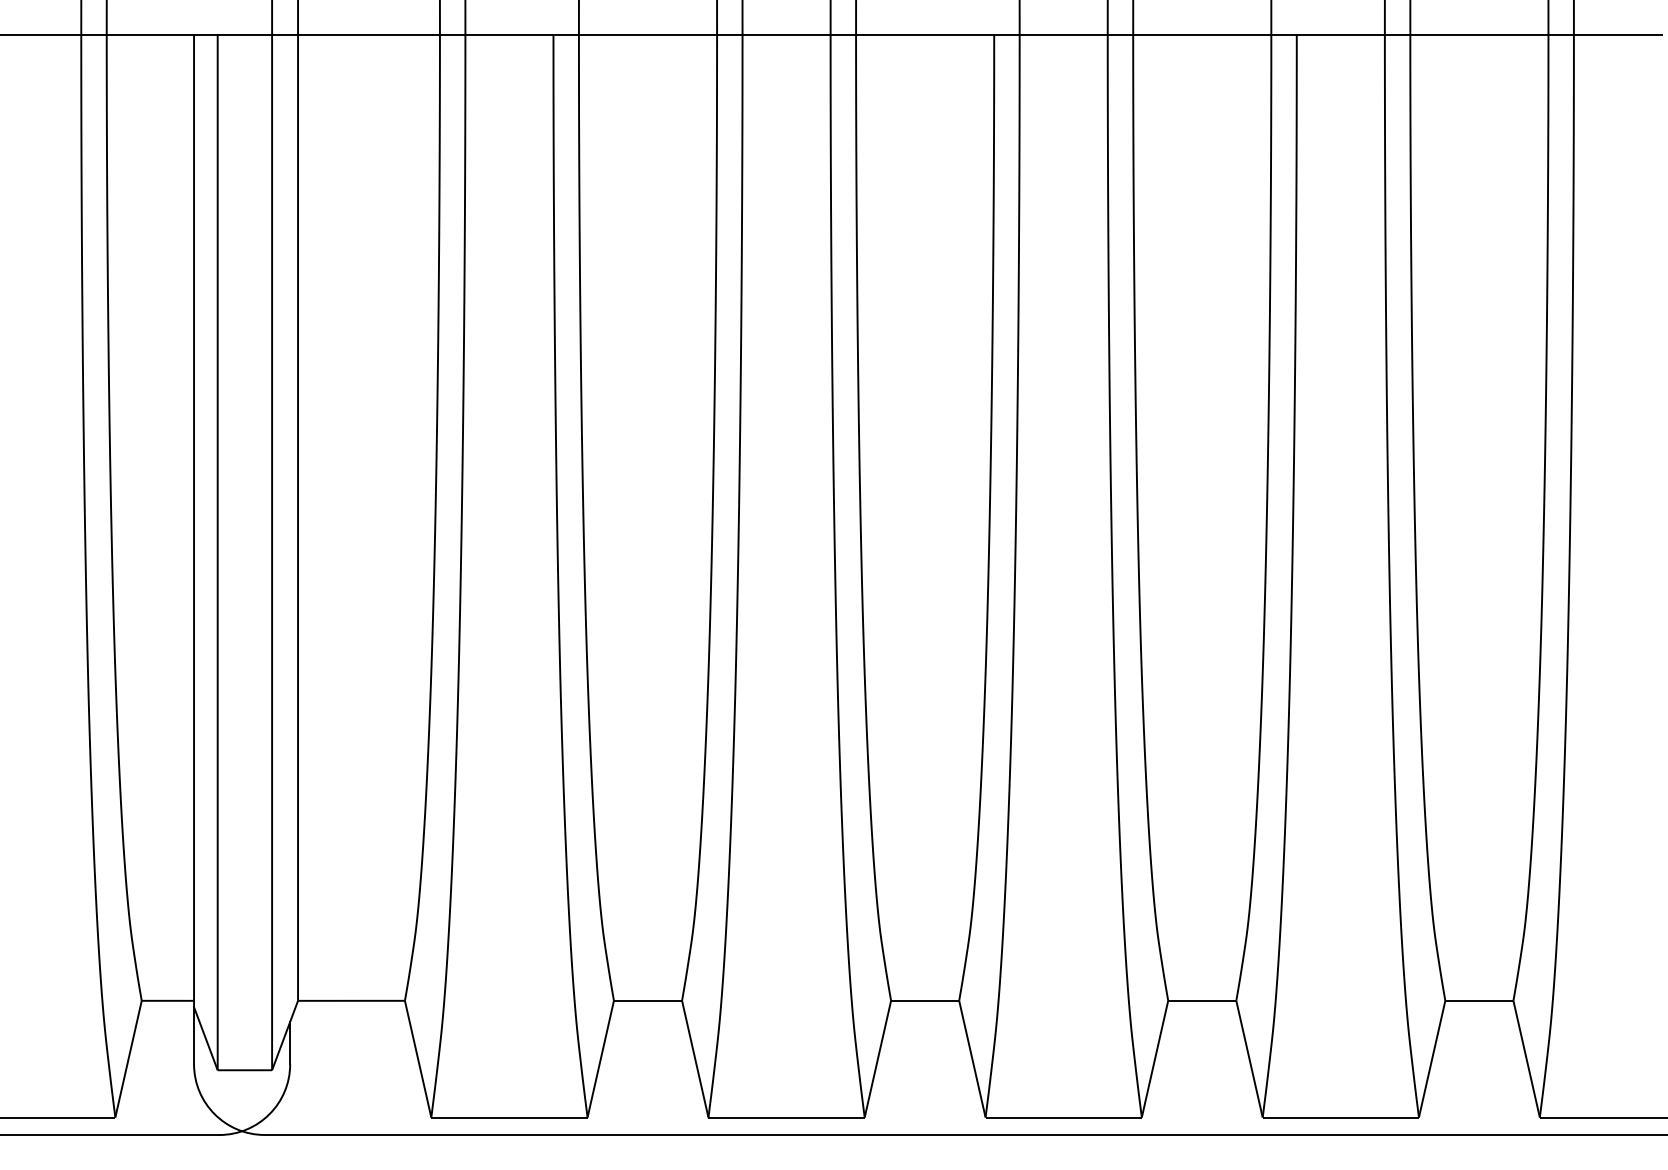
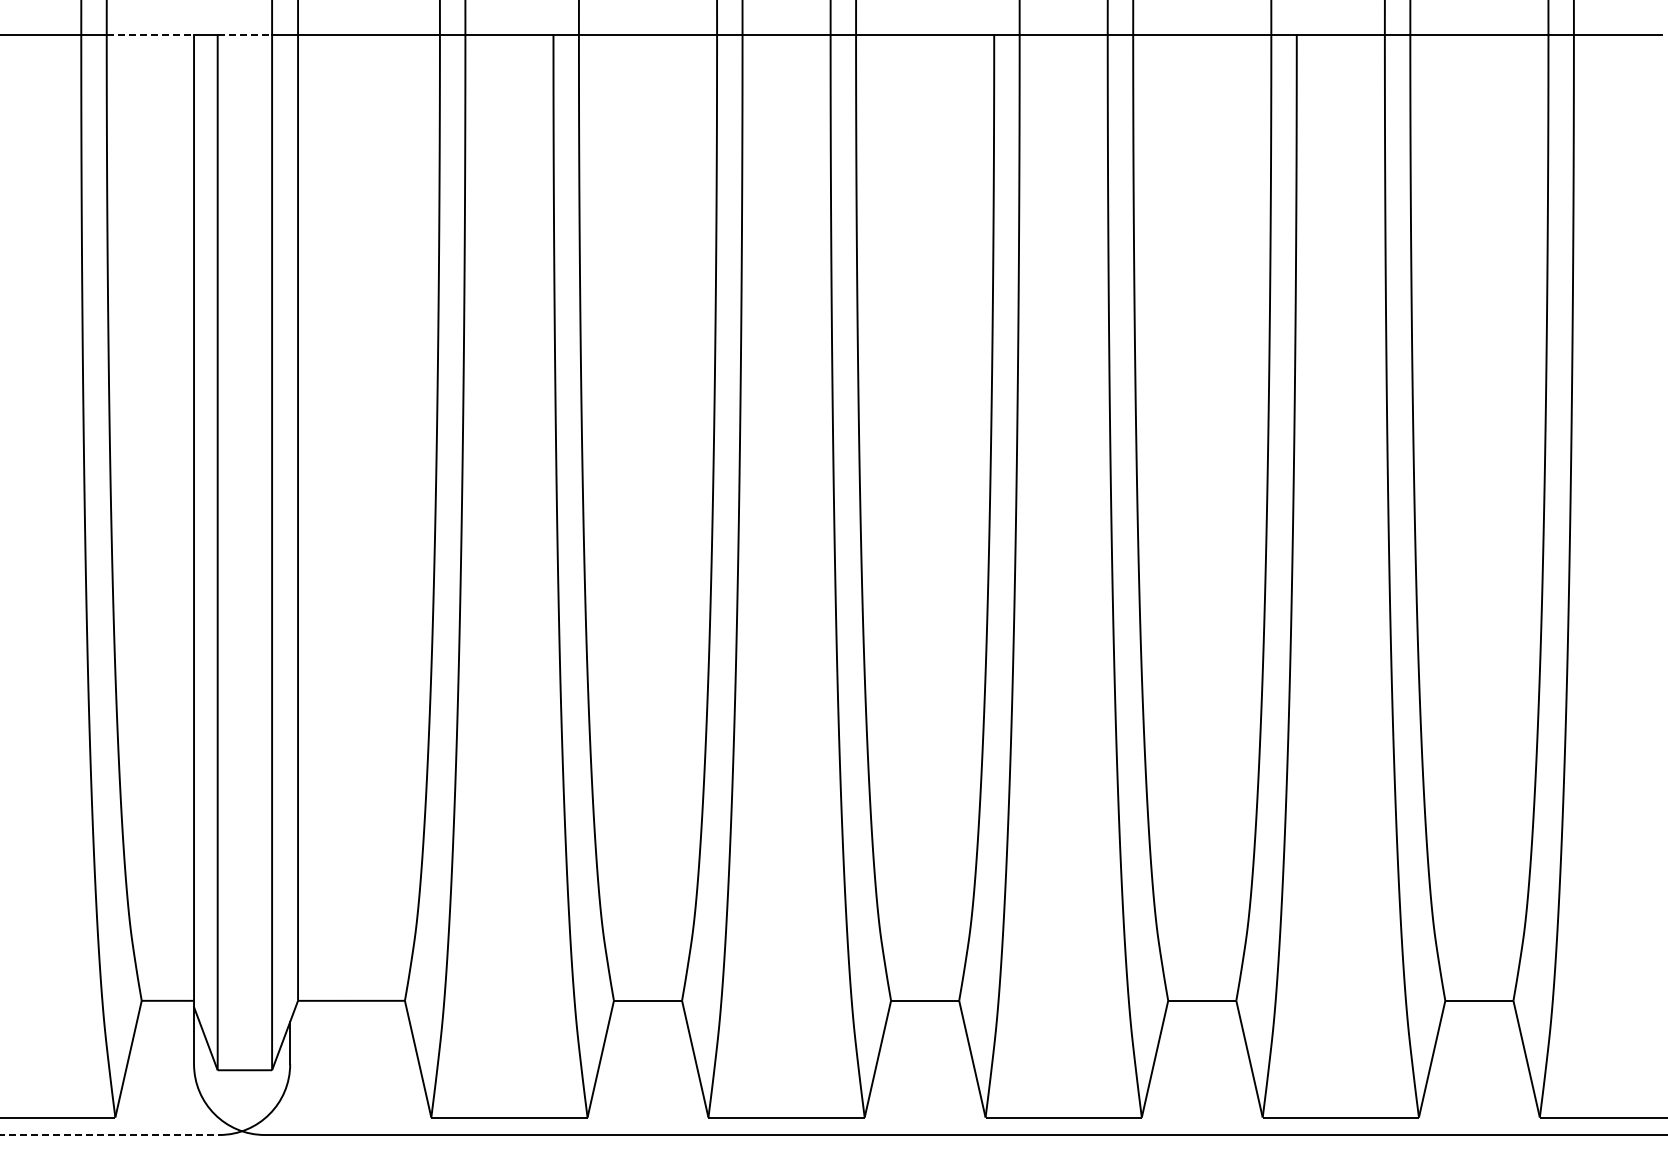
line at (150, 34): solid -> dashed
line at (245, 34): solid -> dashed
line at (110, 1135): solid -> dashed
